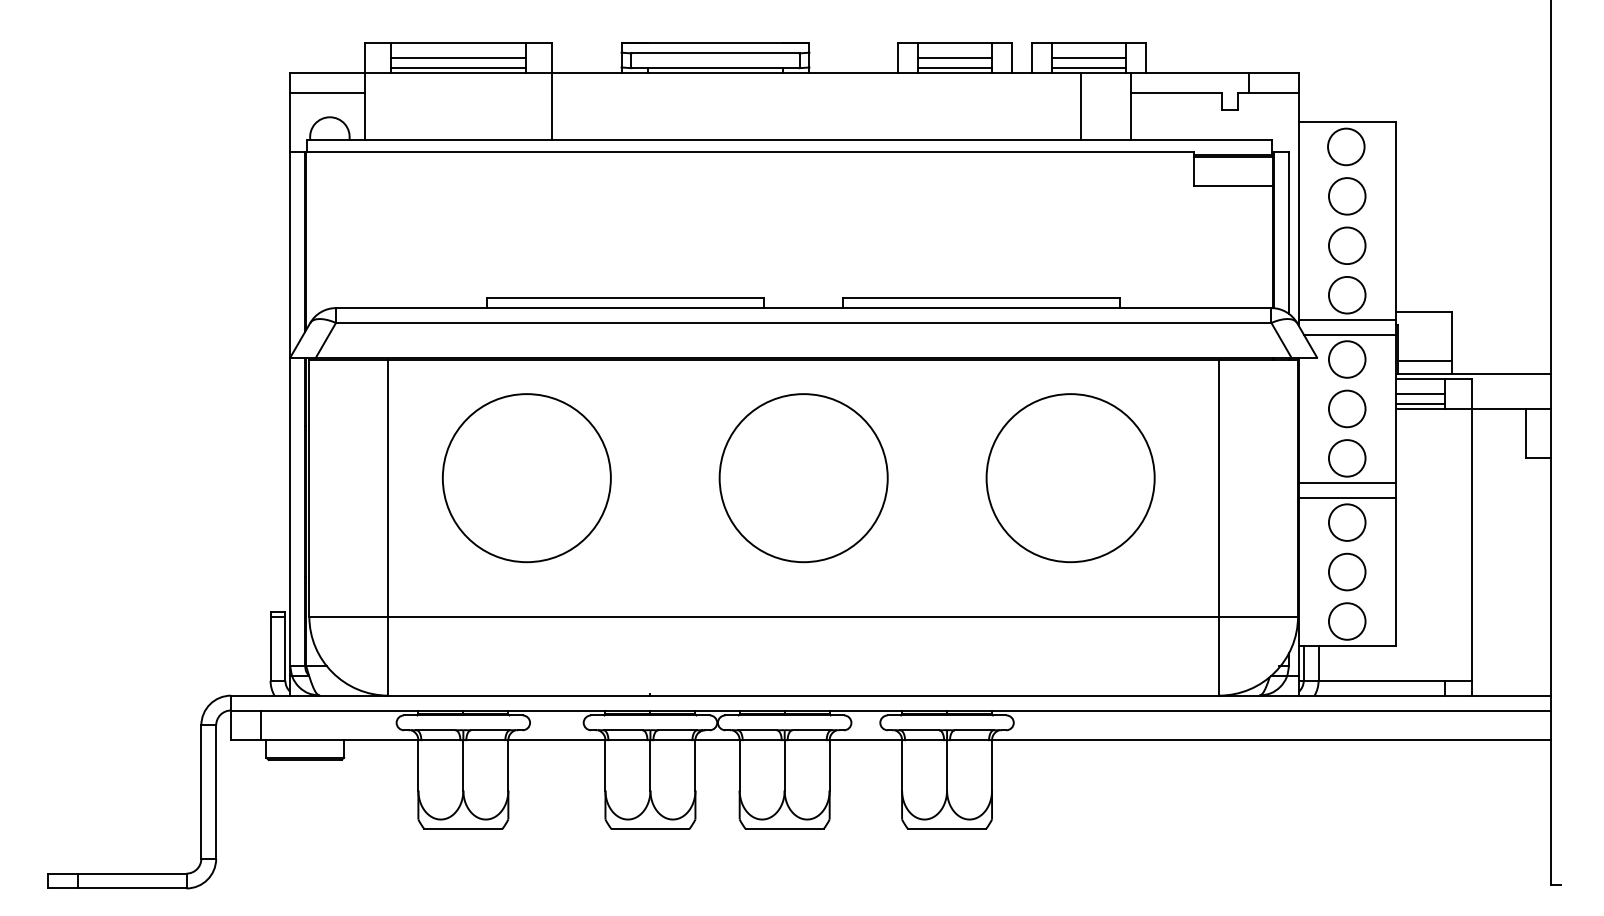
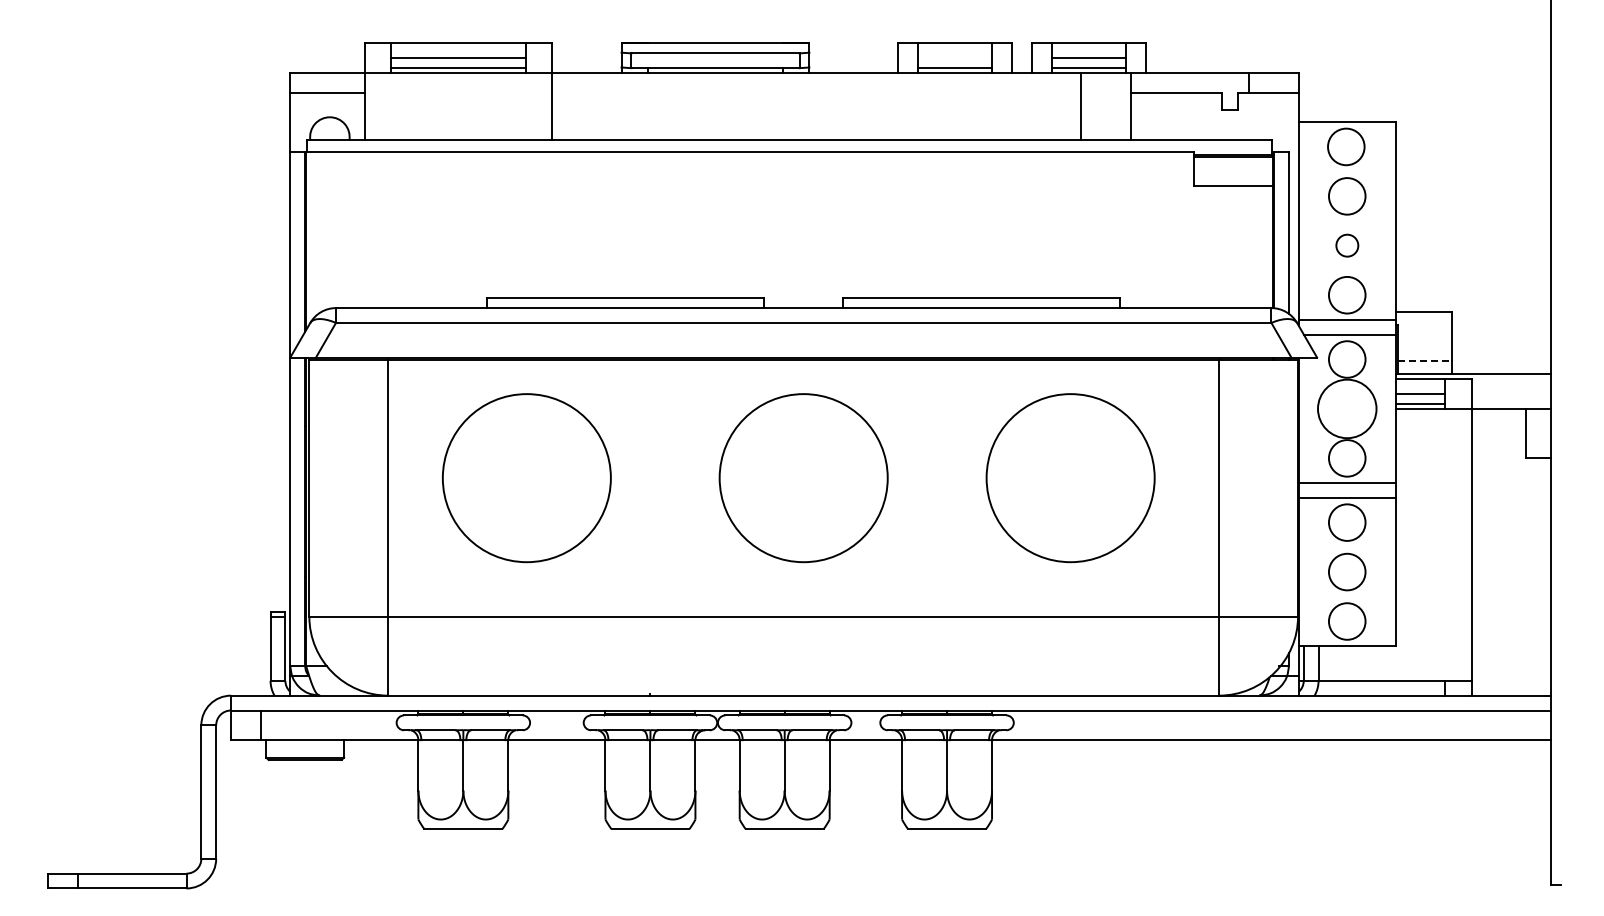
line at (955, 57): present -> none
circle at (1347, 245) size: 39x39 px -> 25x25 px
line at (1425, 361): solid -> dashed
circle at (1346, 408) diameter: 37 px -> 59 px
